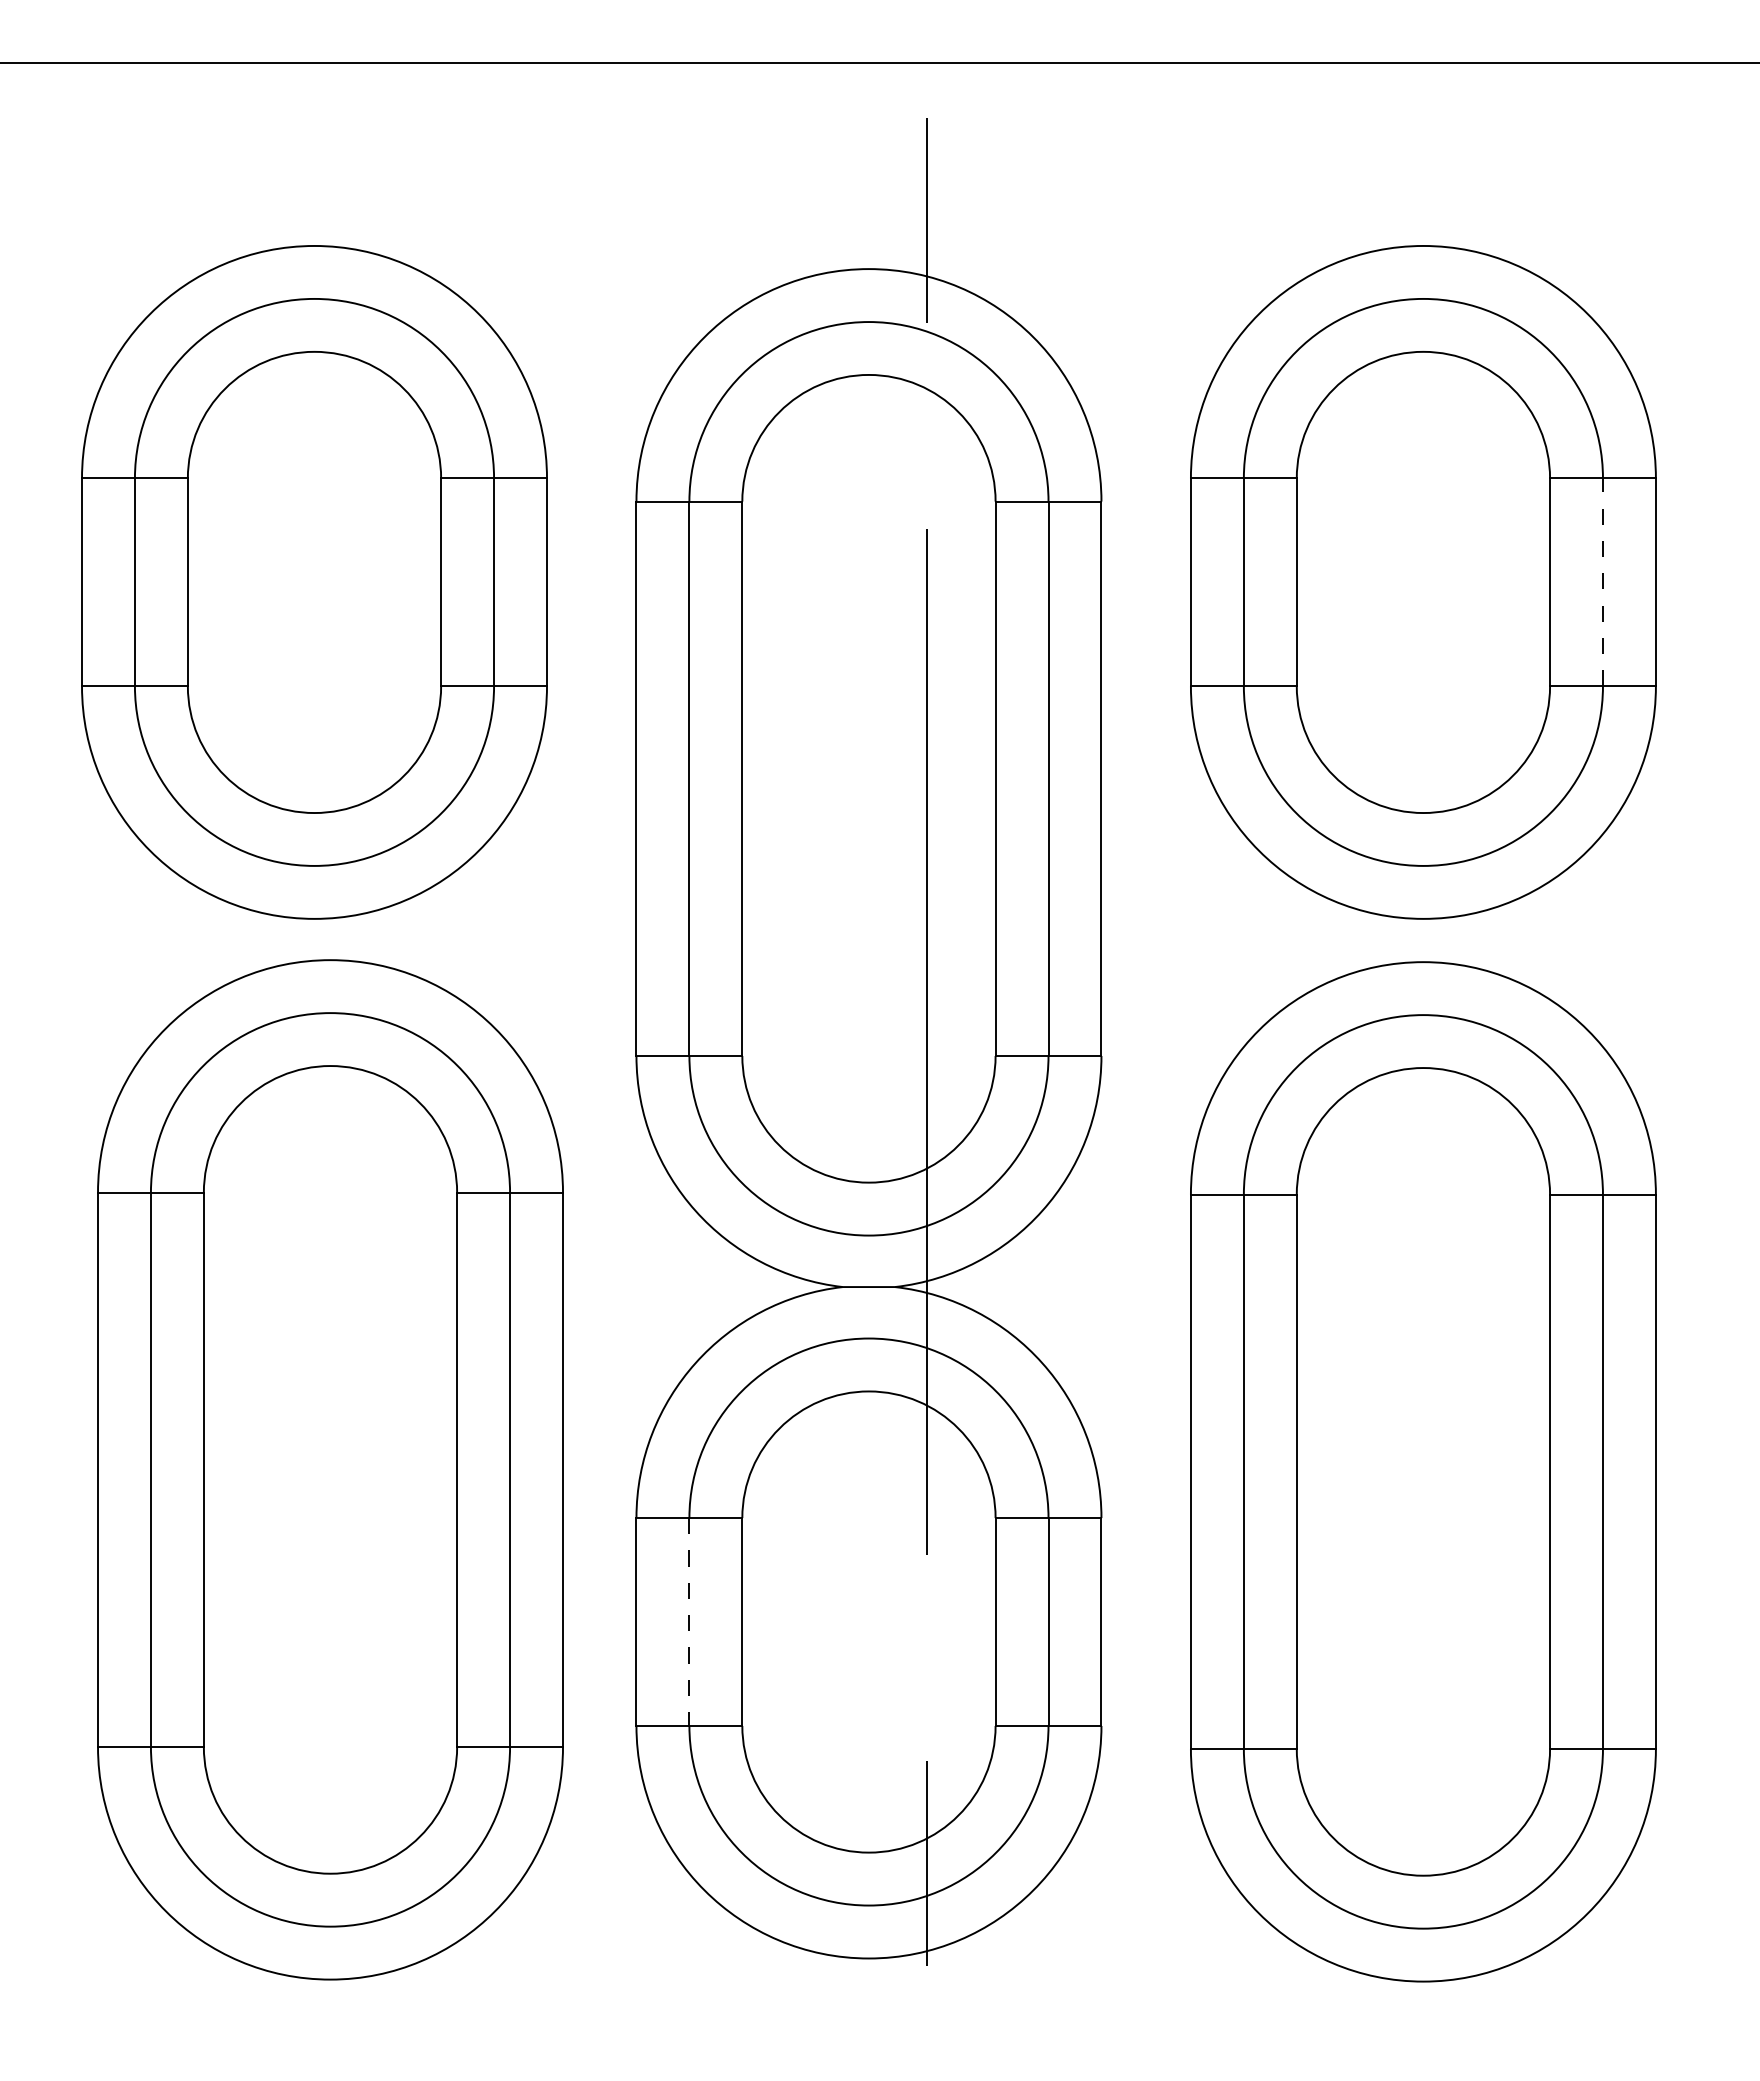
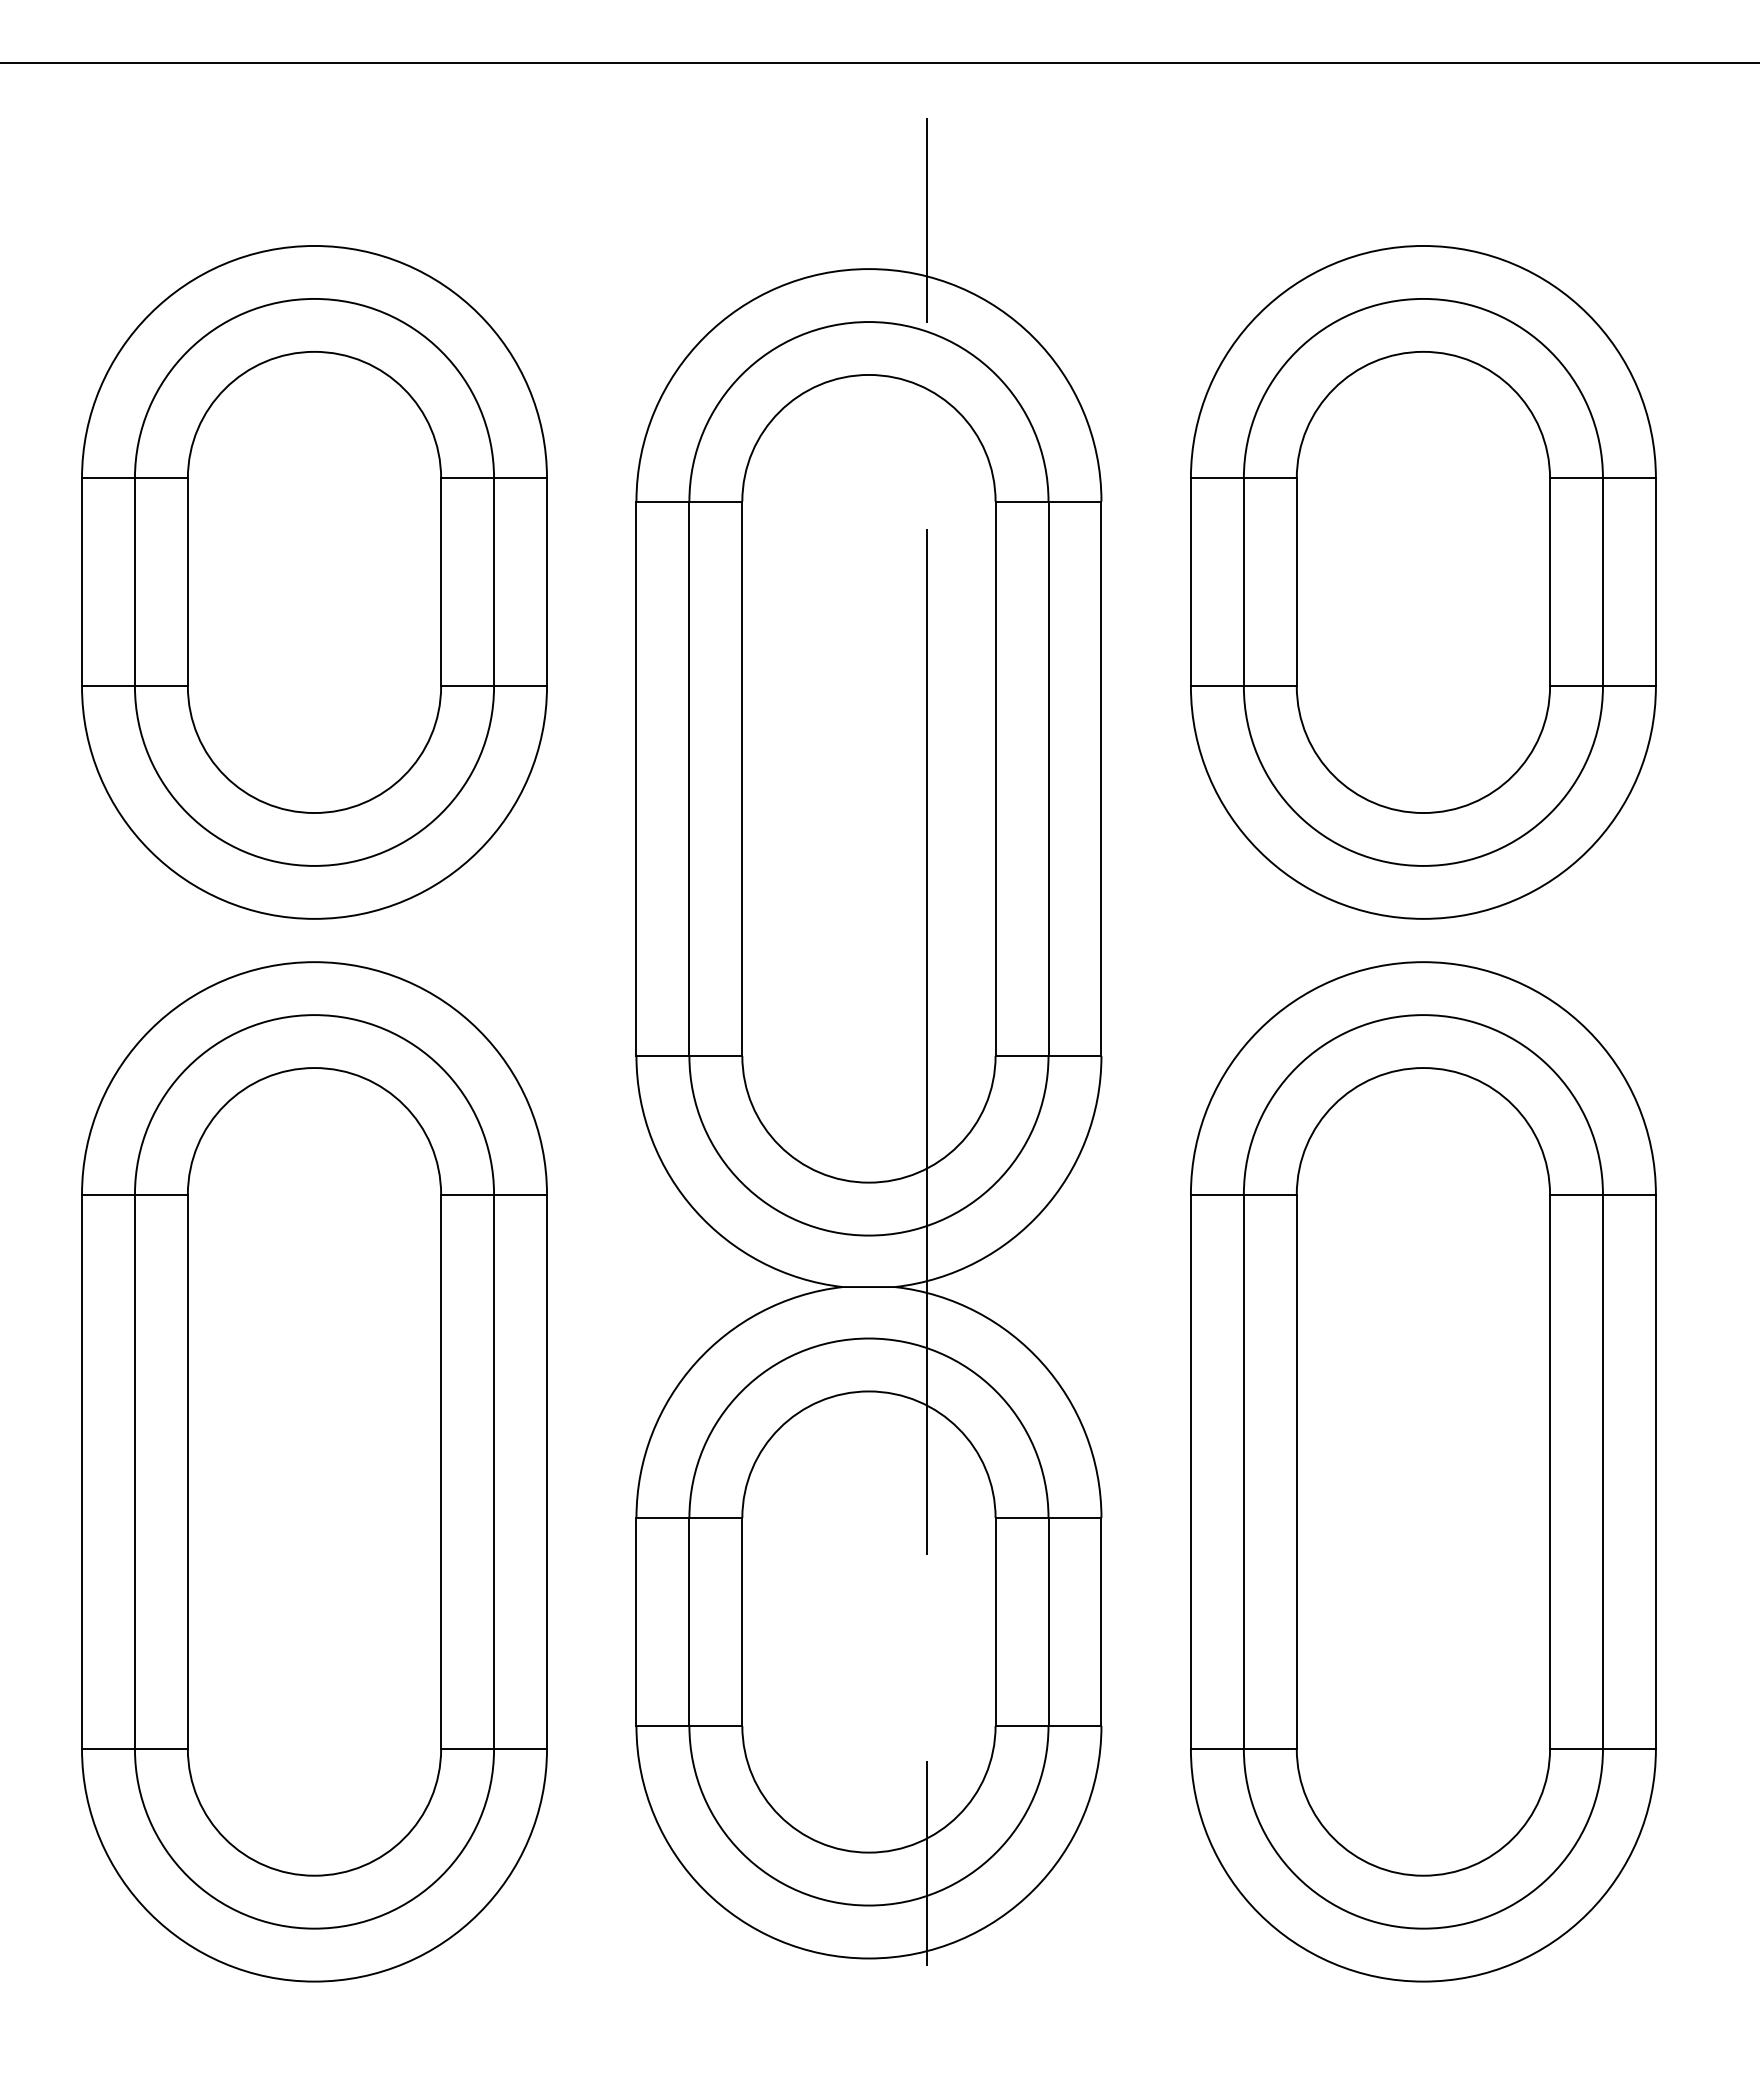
line at (1602, 582): dashed -> solid
part at (330, 1469) position: (330, 1469) -> (314, 1471)
line at (689, 1622): dashed -> solid
